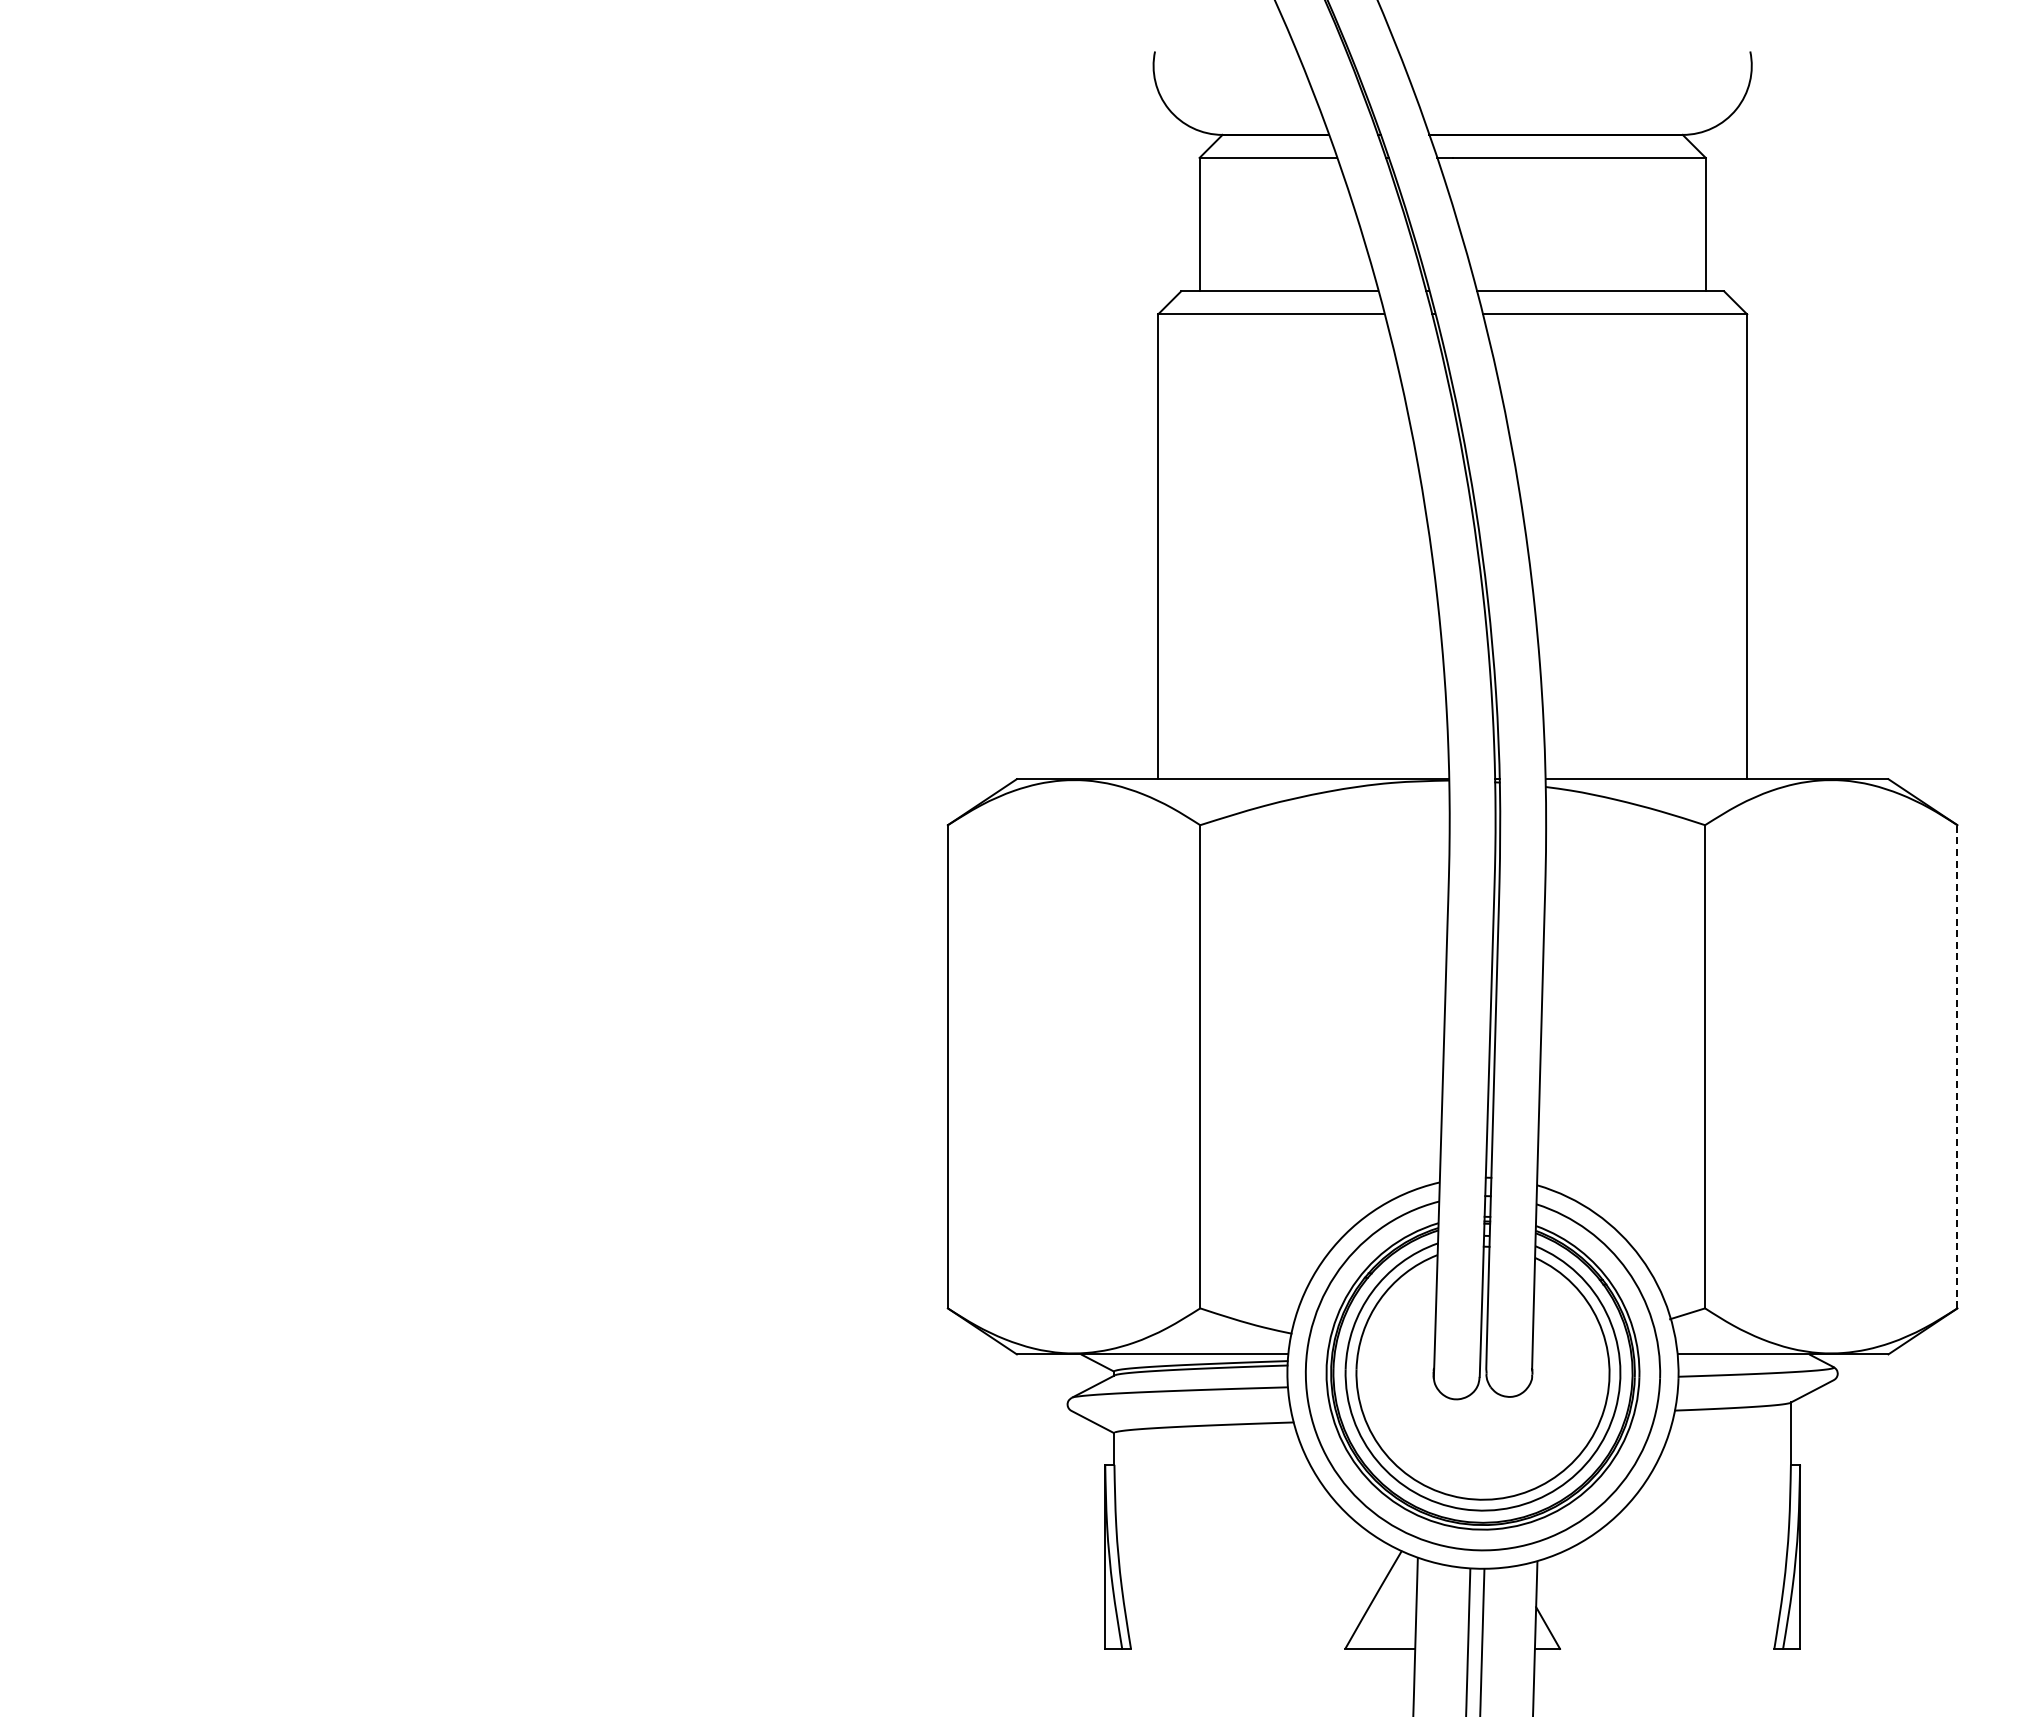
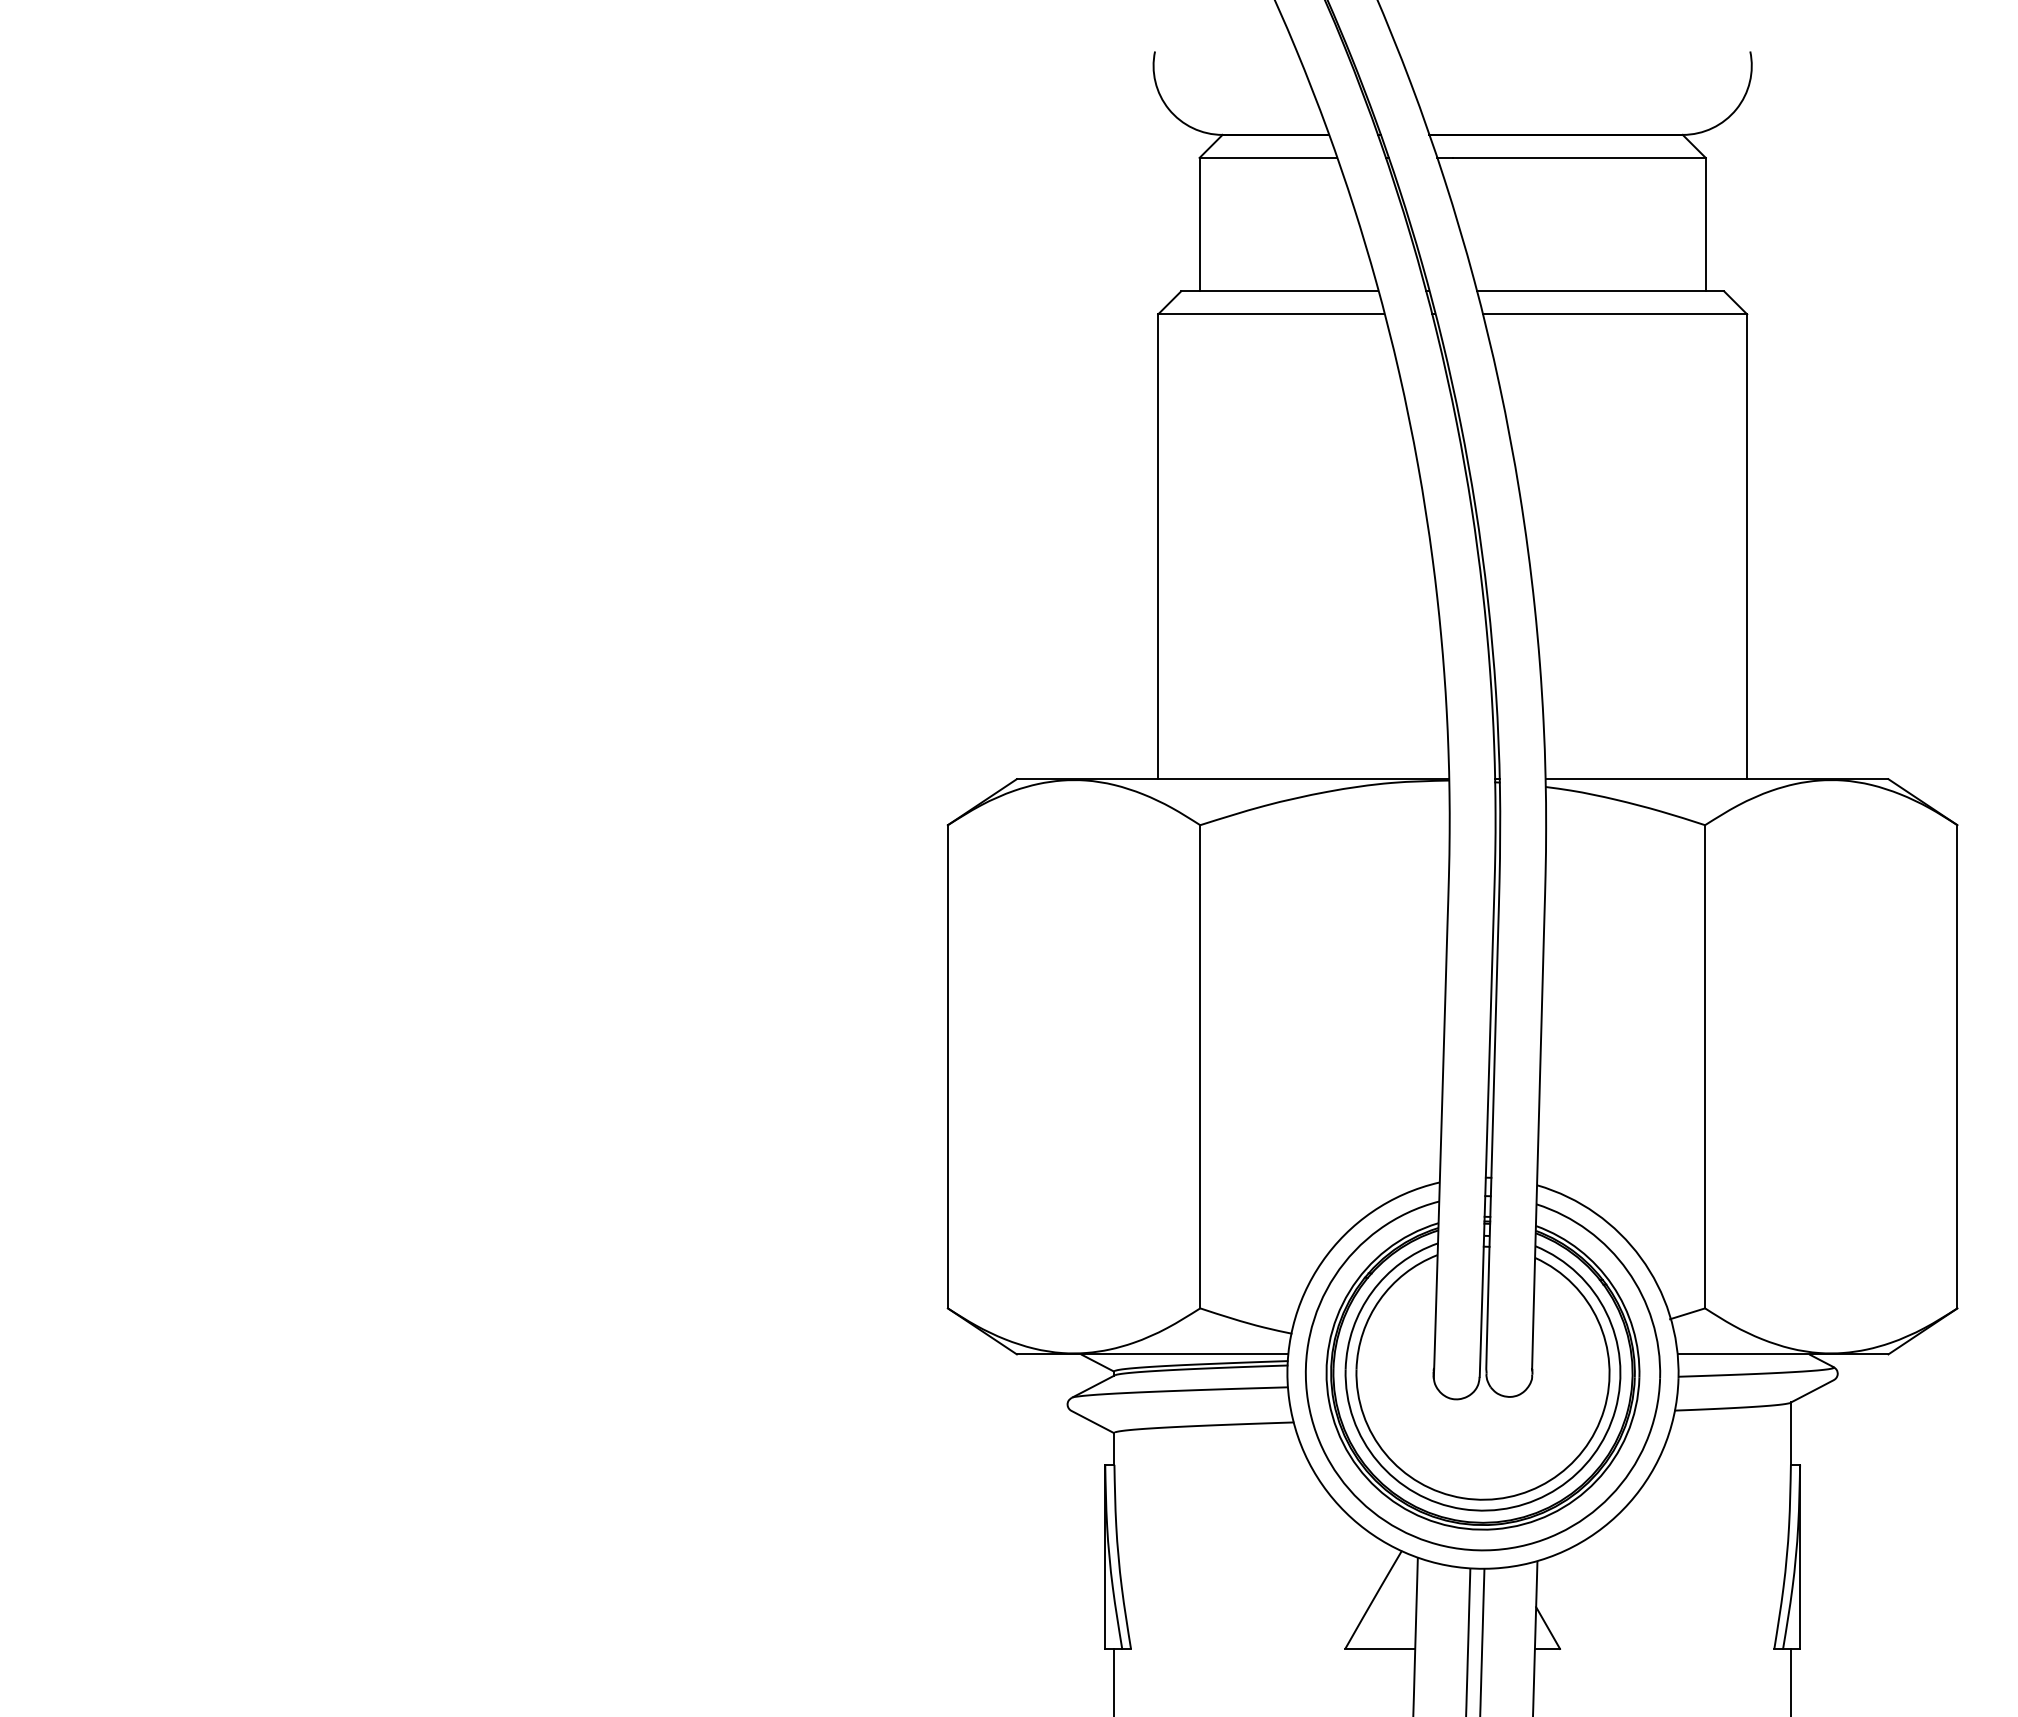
line at (1957, 1066): dashed -> solid
line at (1114, 1680): none -> present
line at (1790, 1680): none -> present
